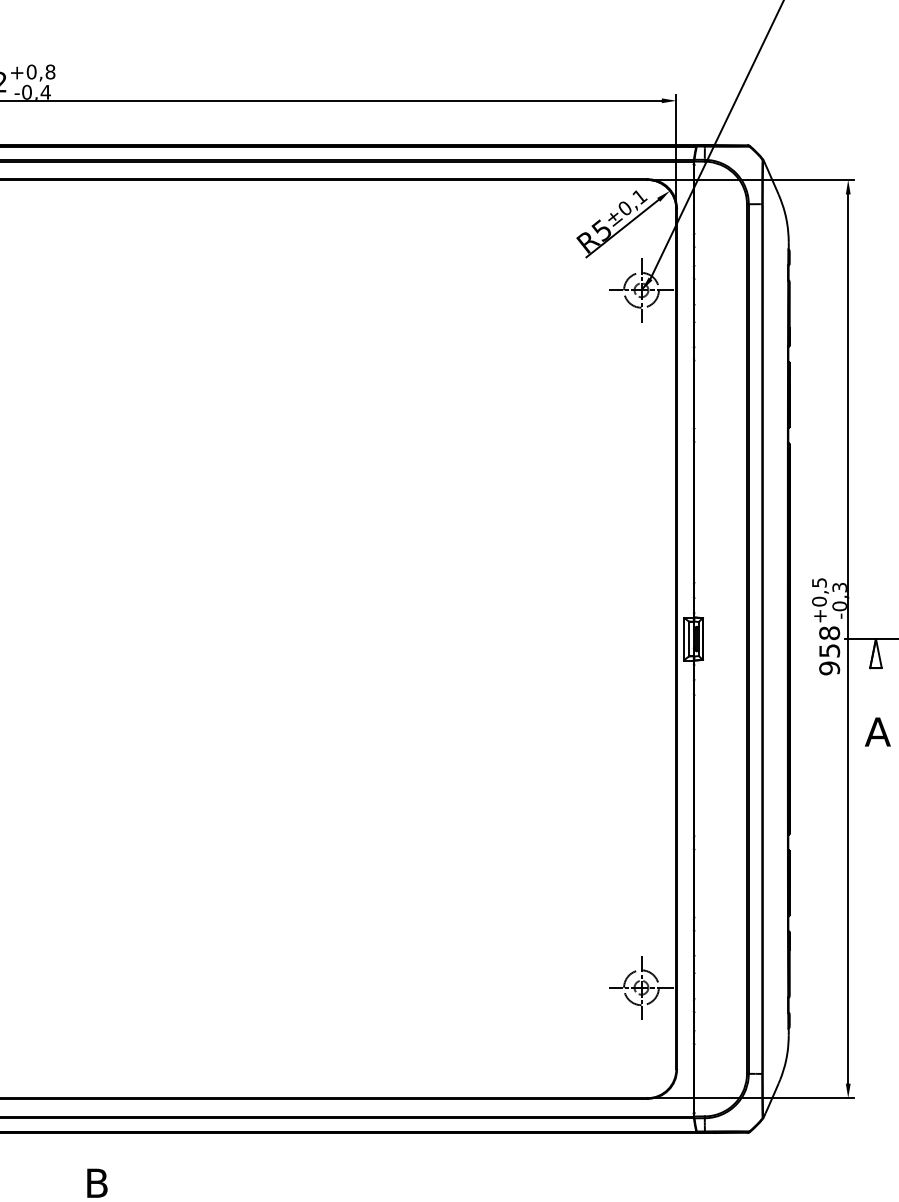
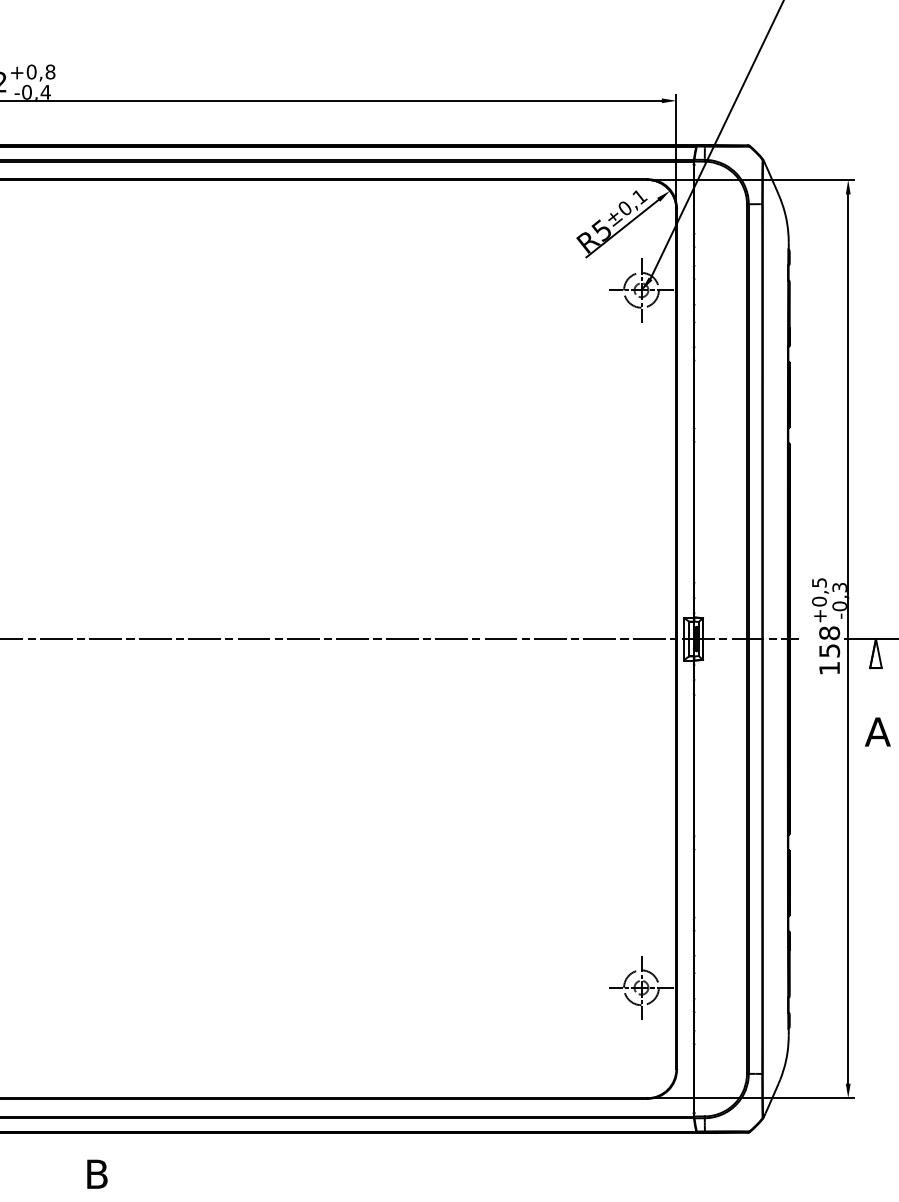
line at (400, 639): none -> present
text at (829, 668): 958 -> 158
text at (97, 1182) position: (97, 1182) -> (97, 1173)
